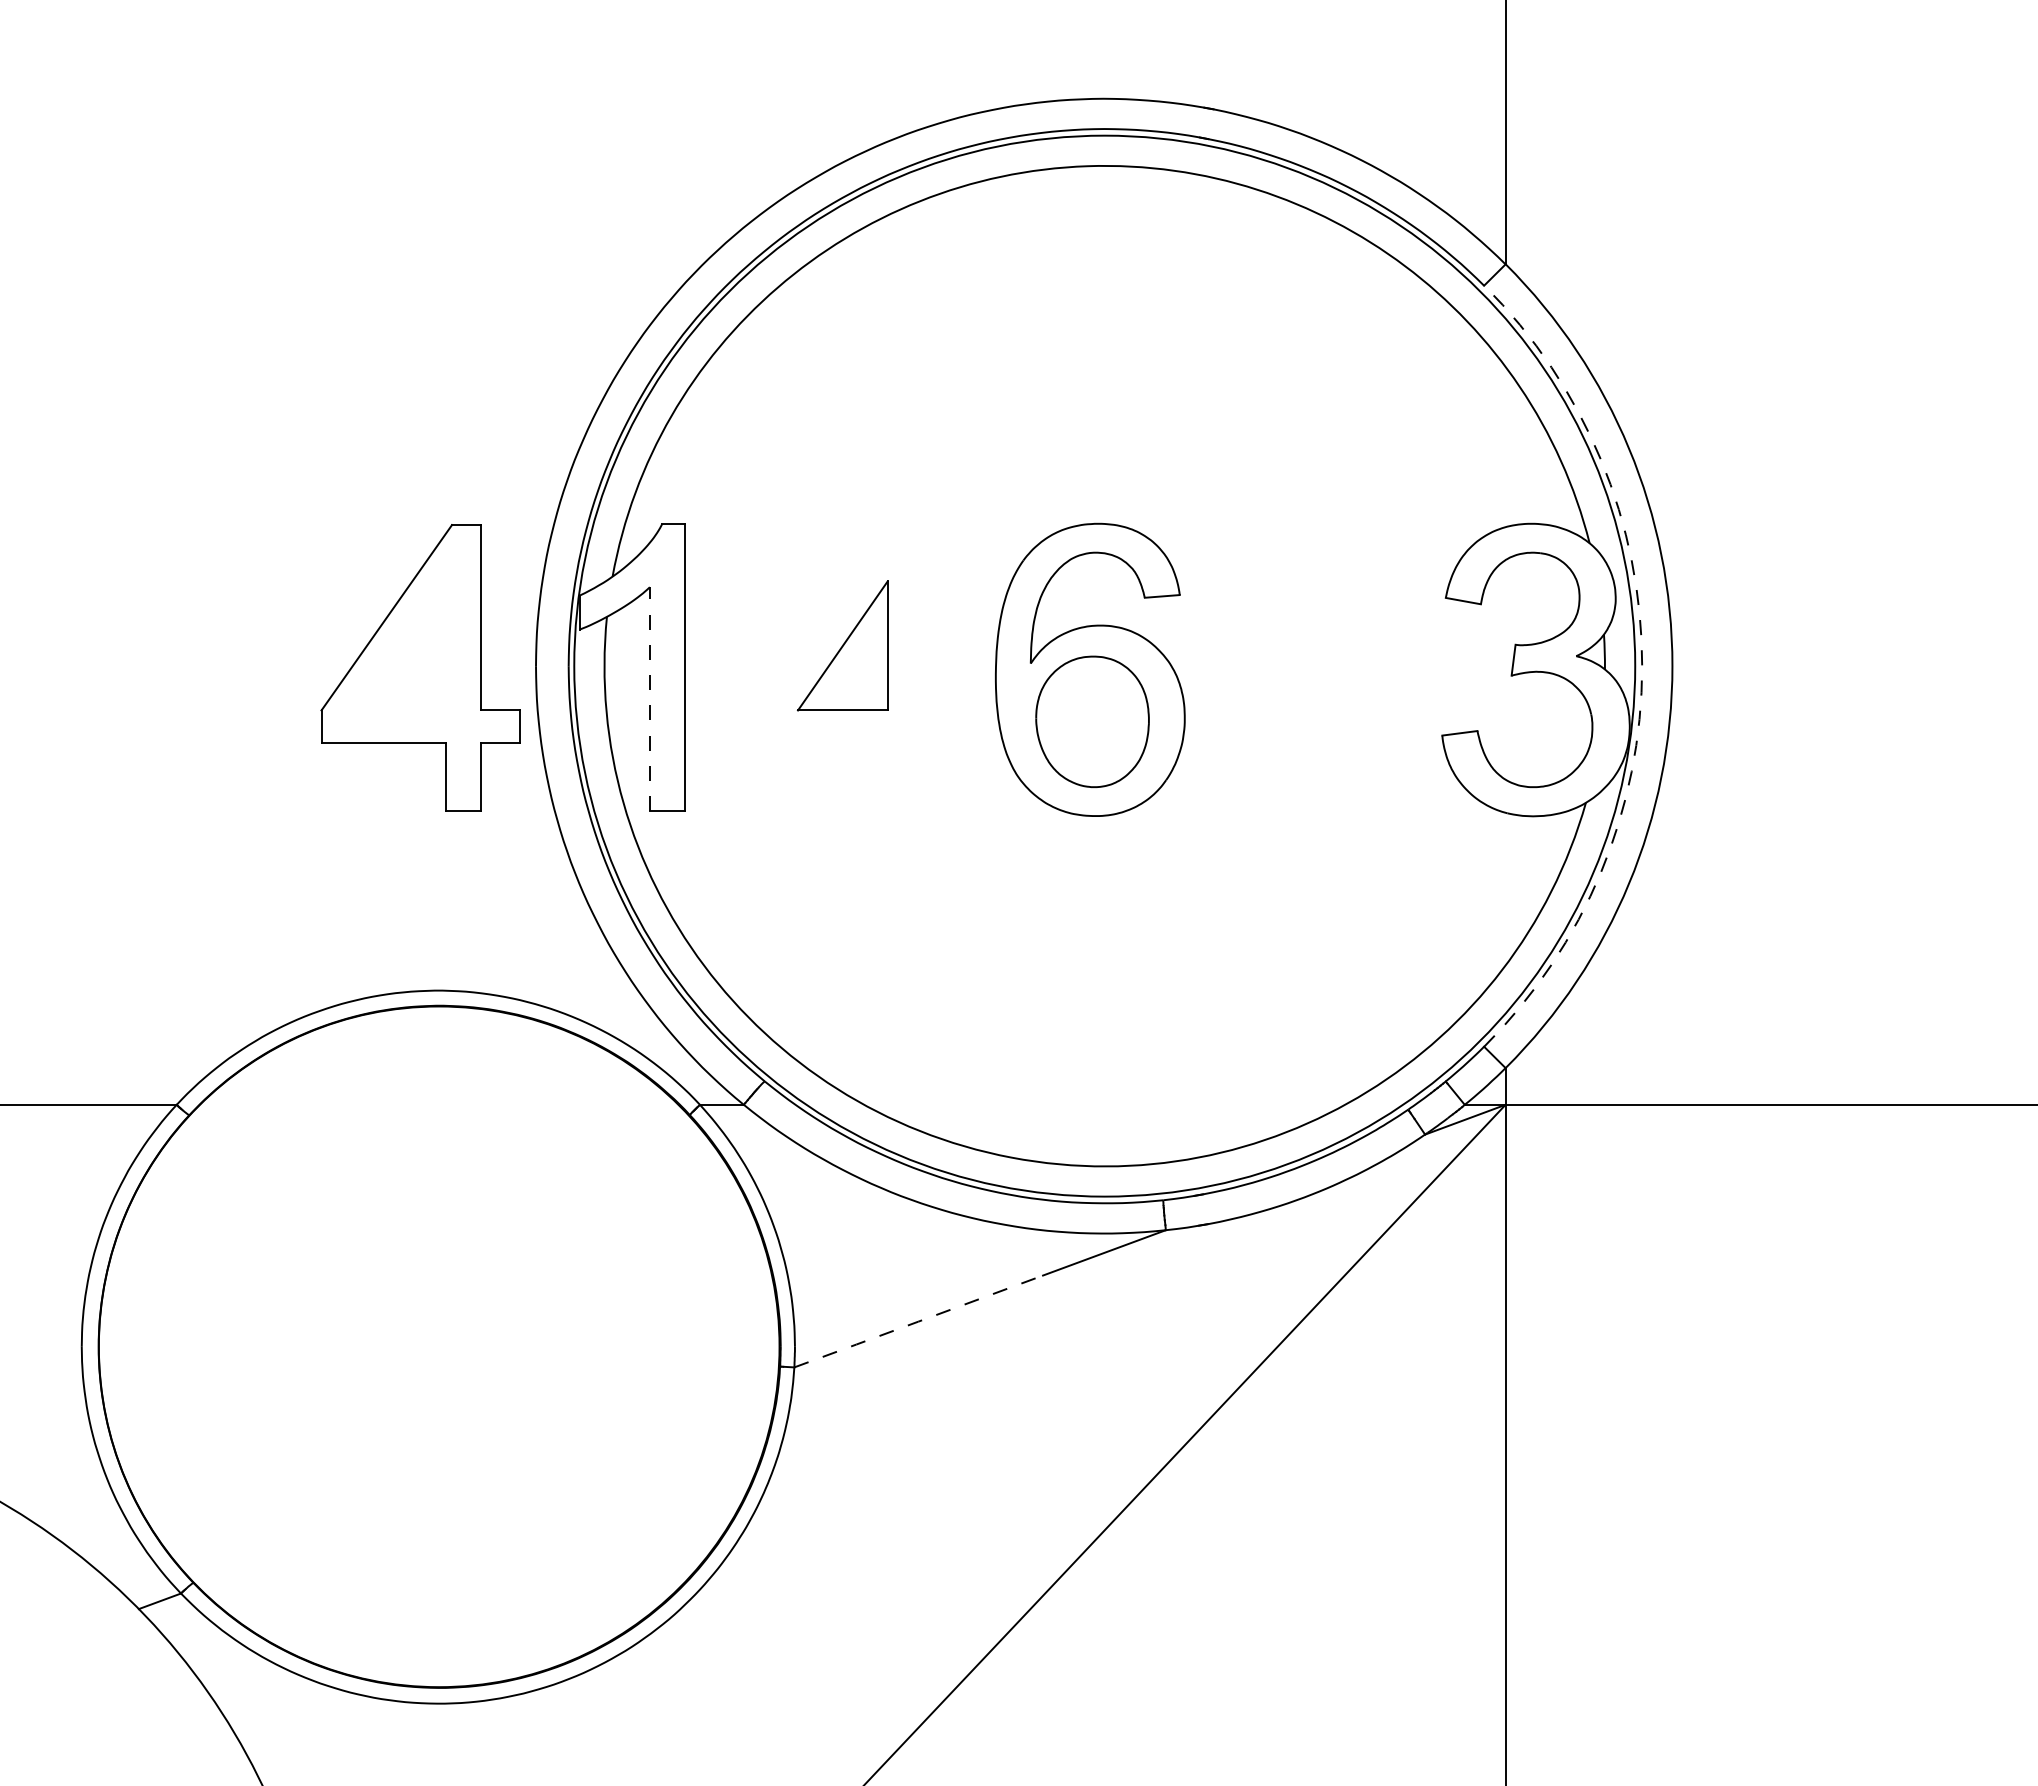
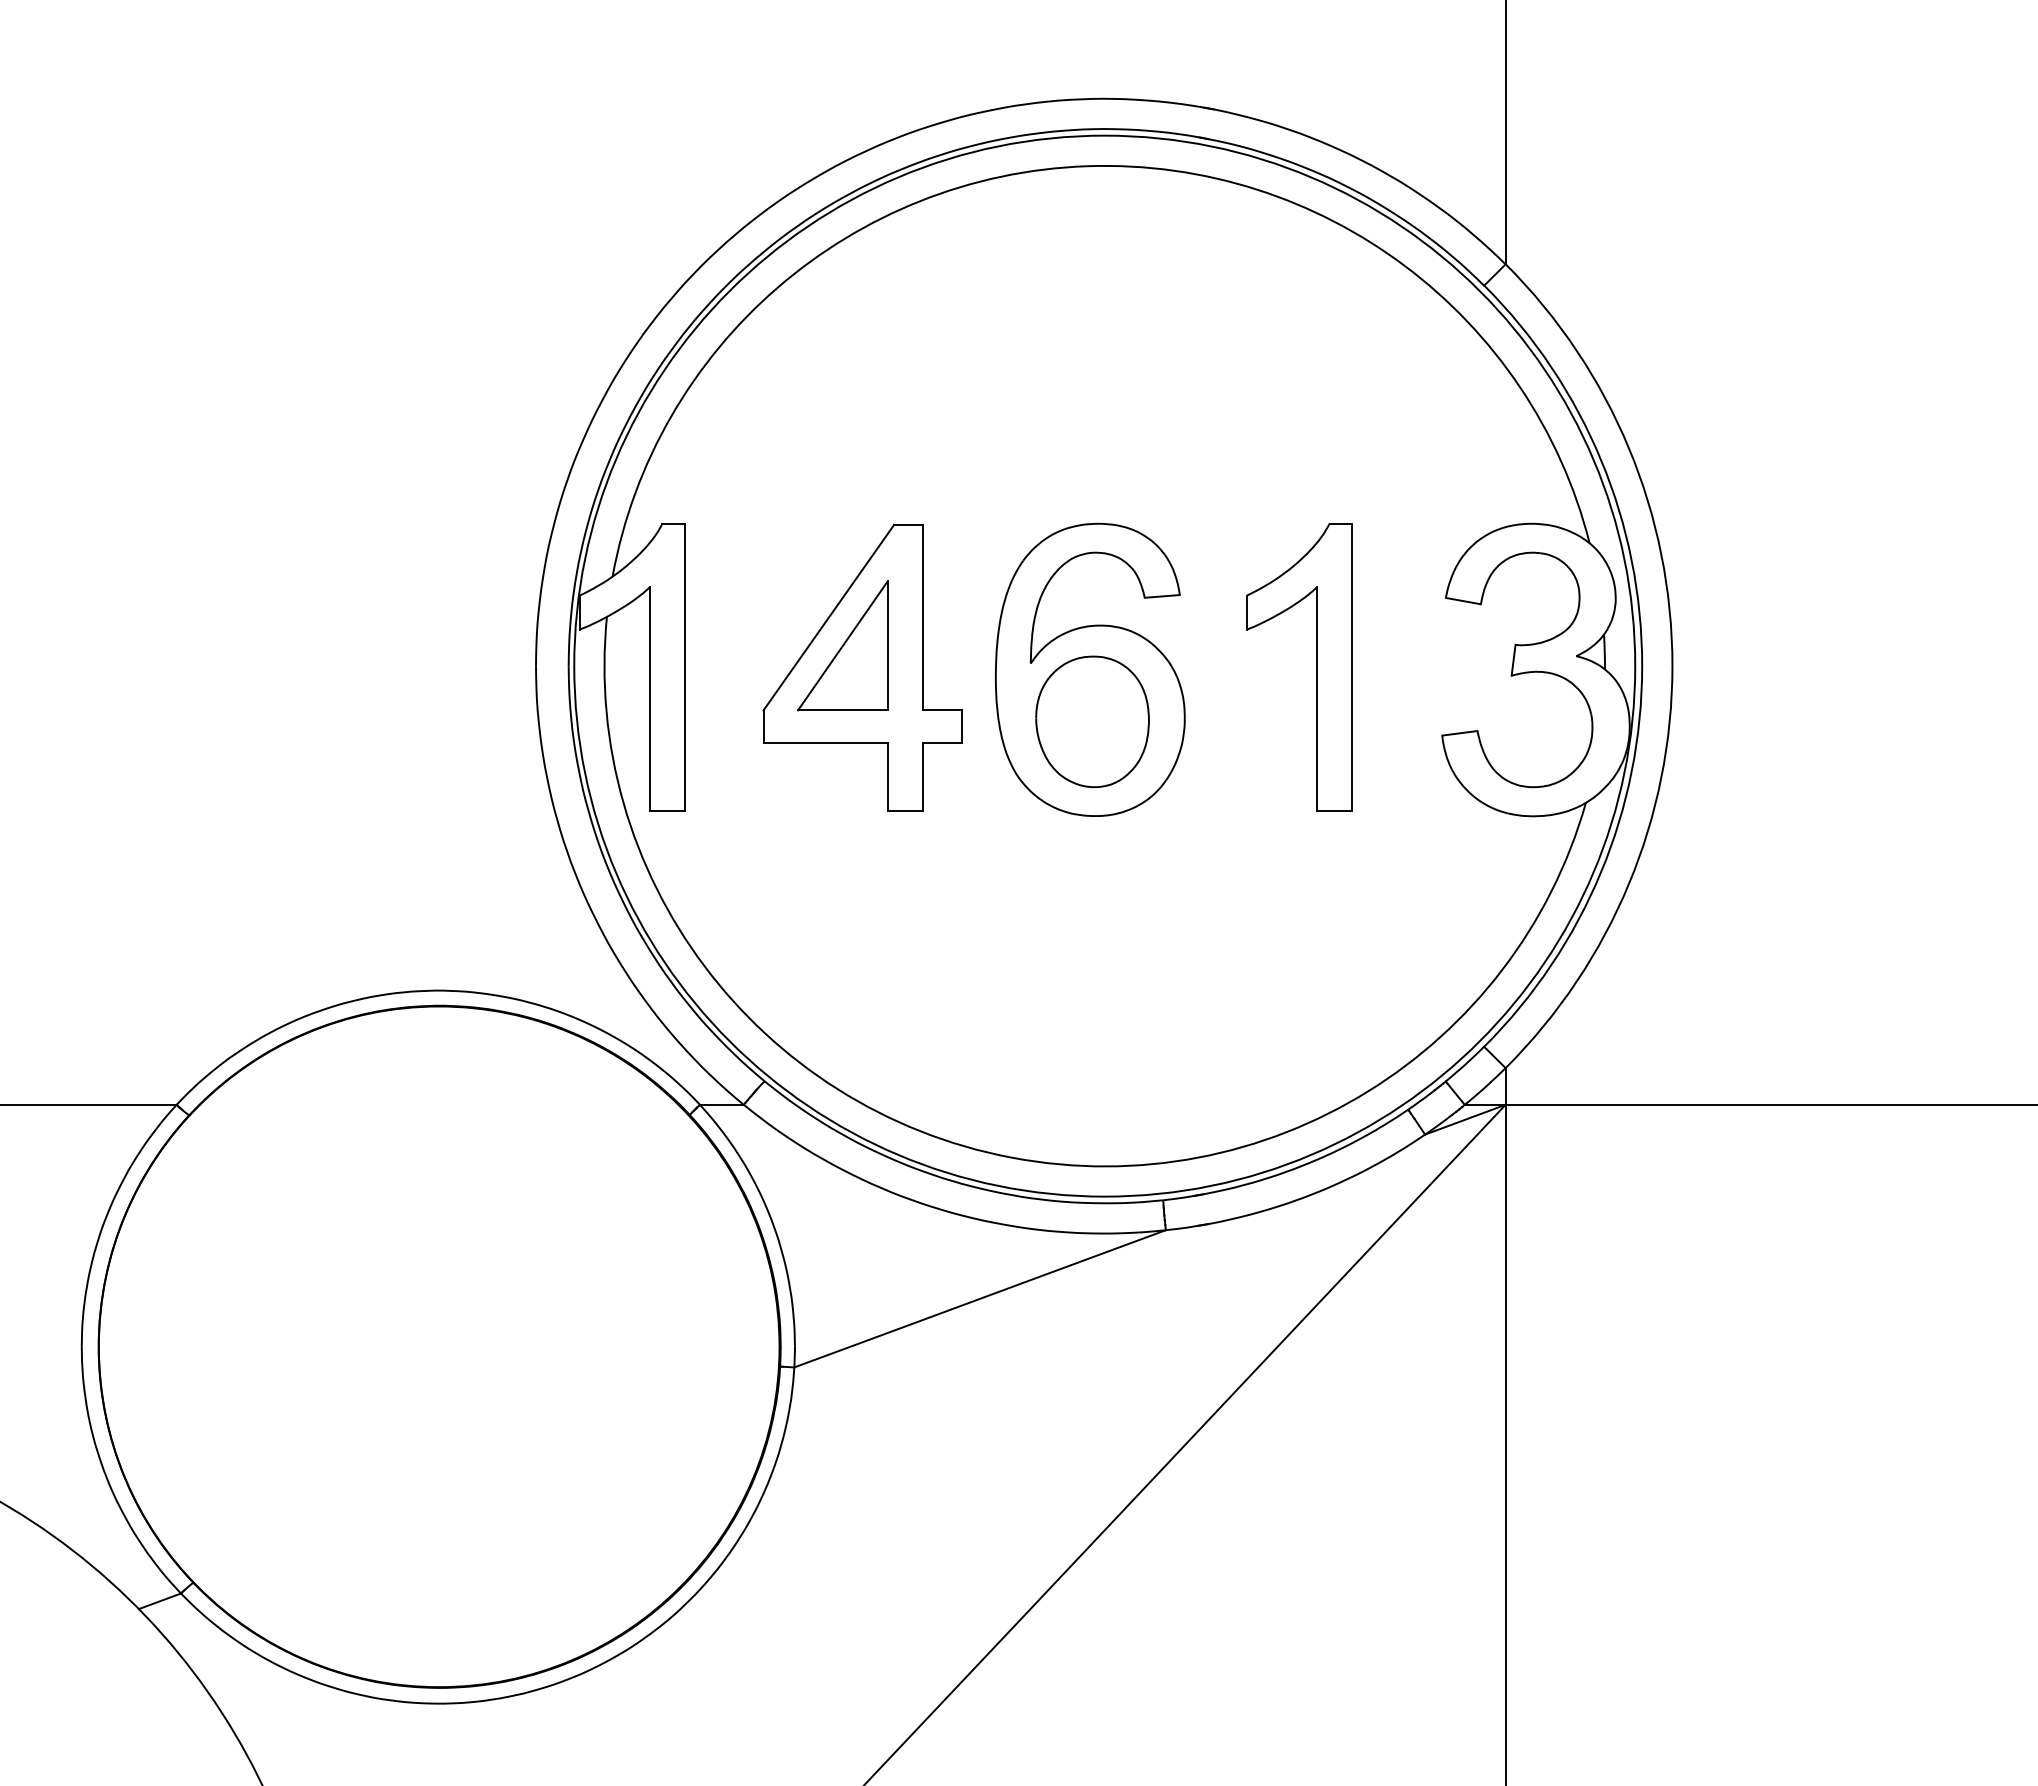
arc at (1642, 666): dashed -> solid
part at (420, 667) position: (420, 667) -> (862, 667)
part at (1316, 667): none -> present
line at (649, 698): dashed -> solid
line at (918, 1321): dashed -> solid
